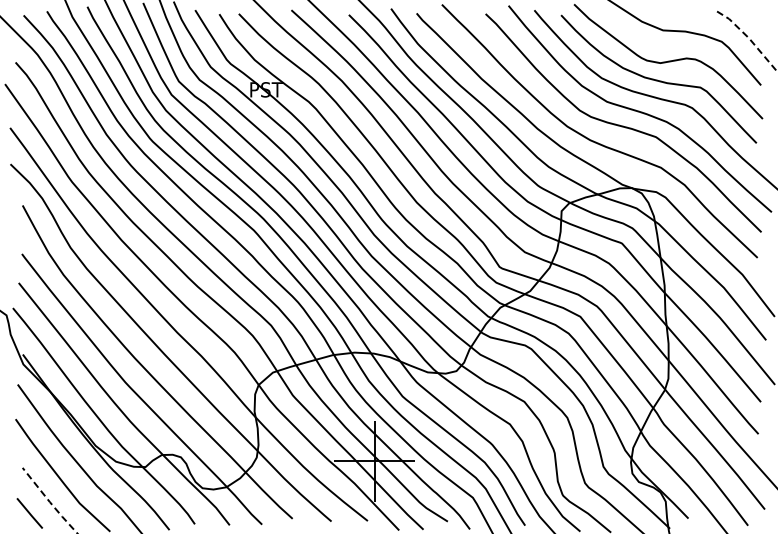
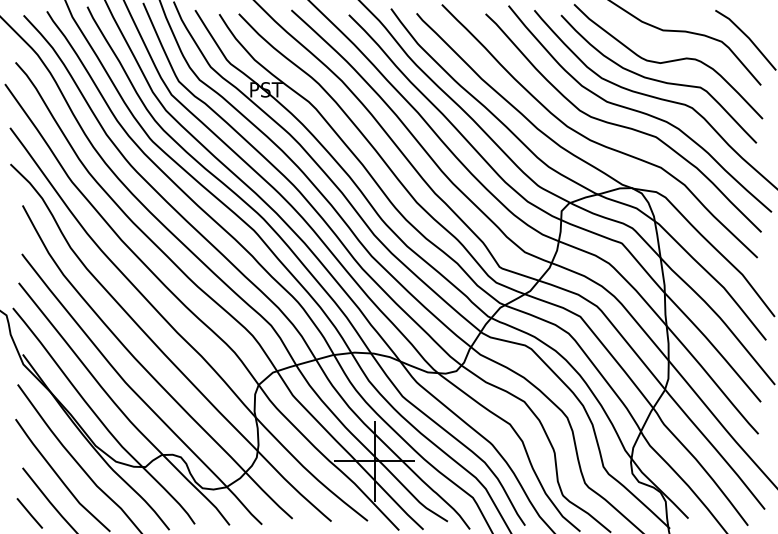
line at (748, 37): dashed -> solid
line at (50, 502): dashed -> solid
